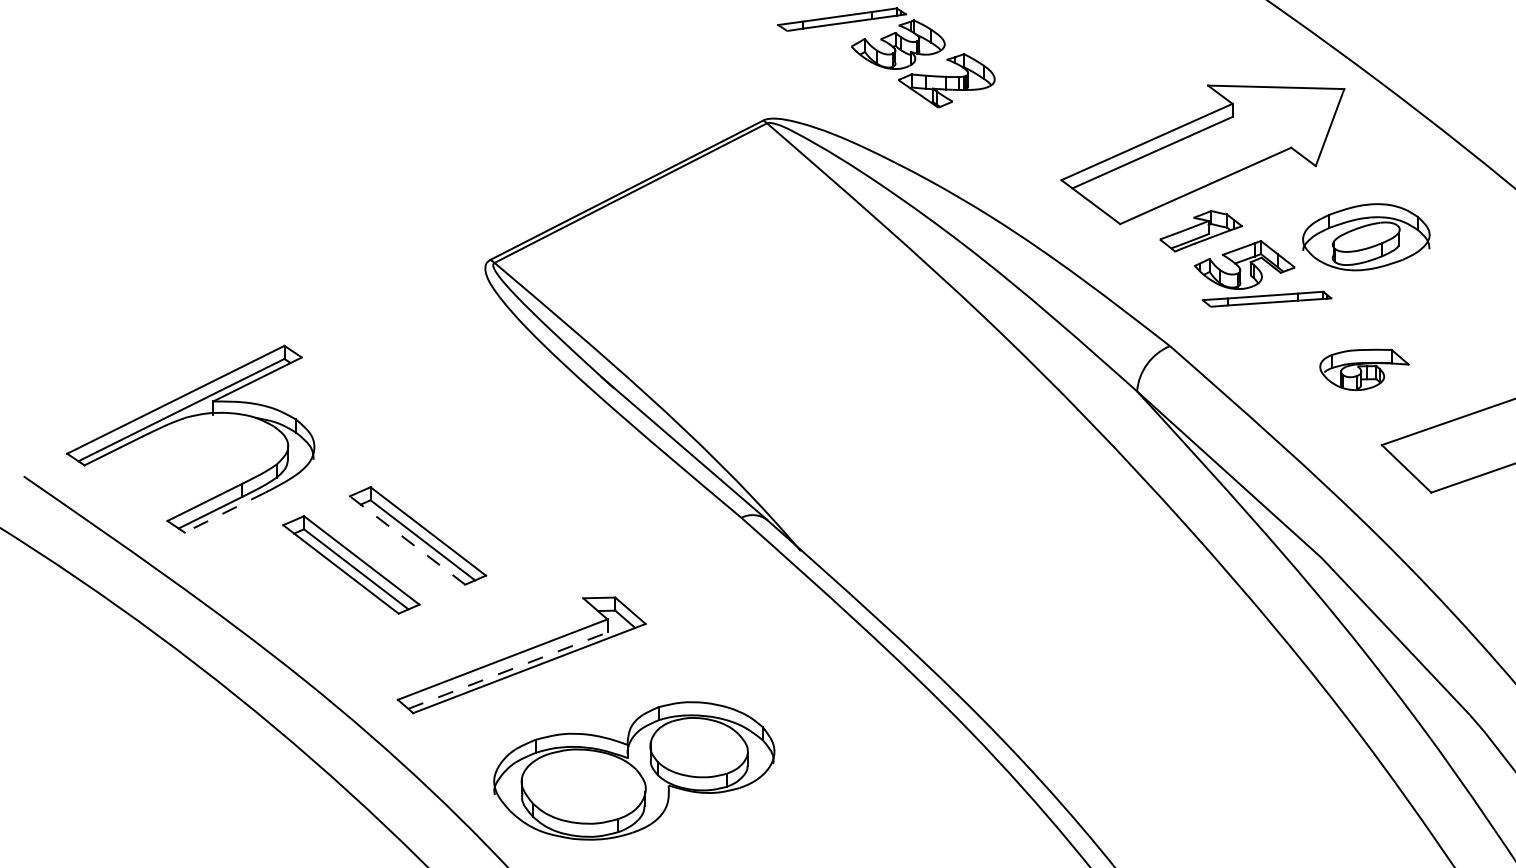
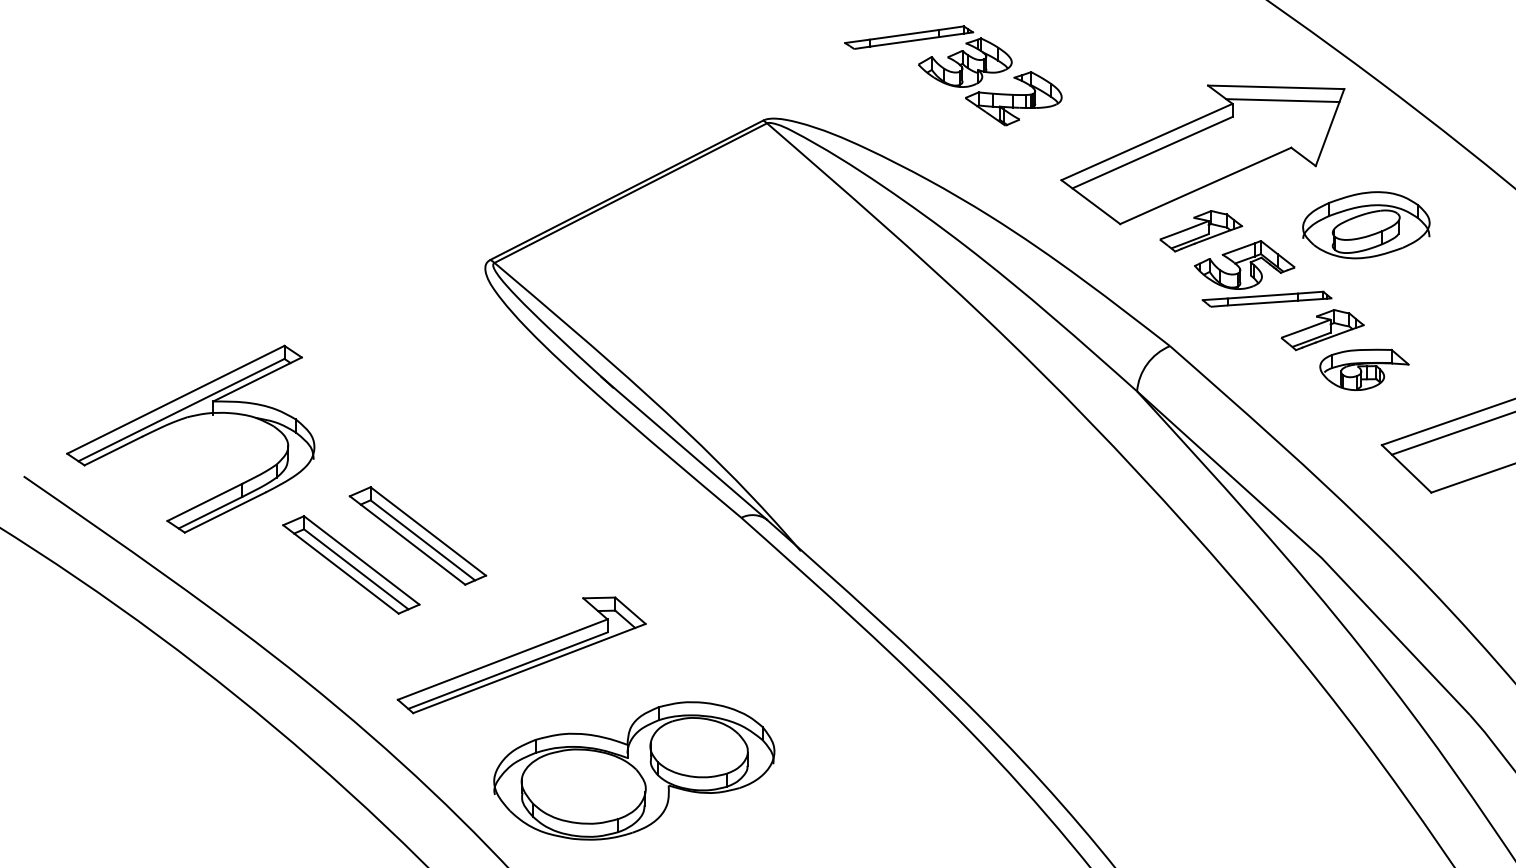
part at (886, 57) position: (886, 57) -> (953, 75)
line at (1282, 100): none -> present
part at (1366, 237) position: (1366, 237) -> (1366, 225)
part at (1322, 330): none -> present
line at (1451, 433): none -> present
line at (224, 512): dashed -> solid
line at (407, 540): dashed -> solid
line at (507, 670): dashed -> solid
